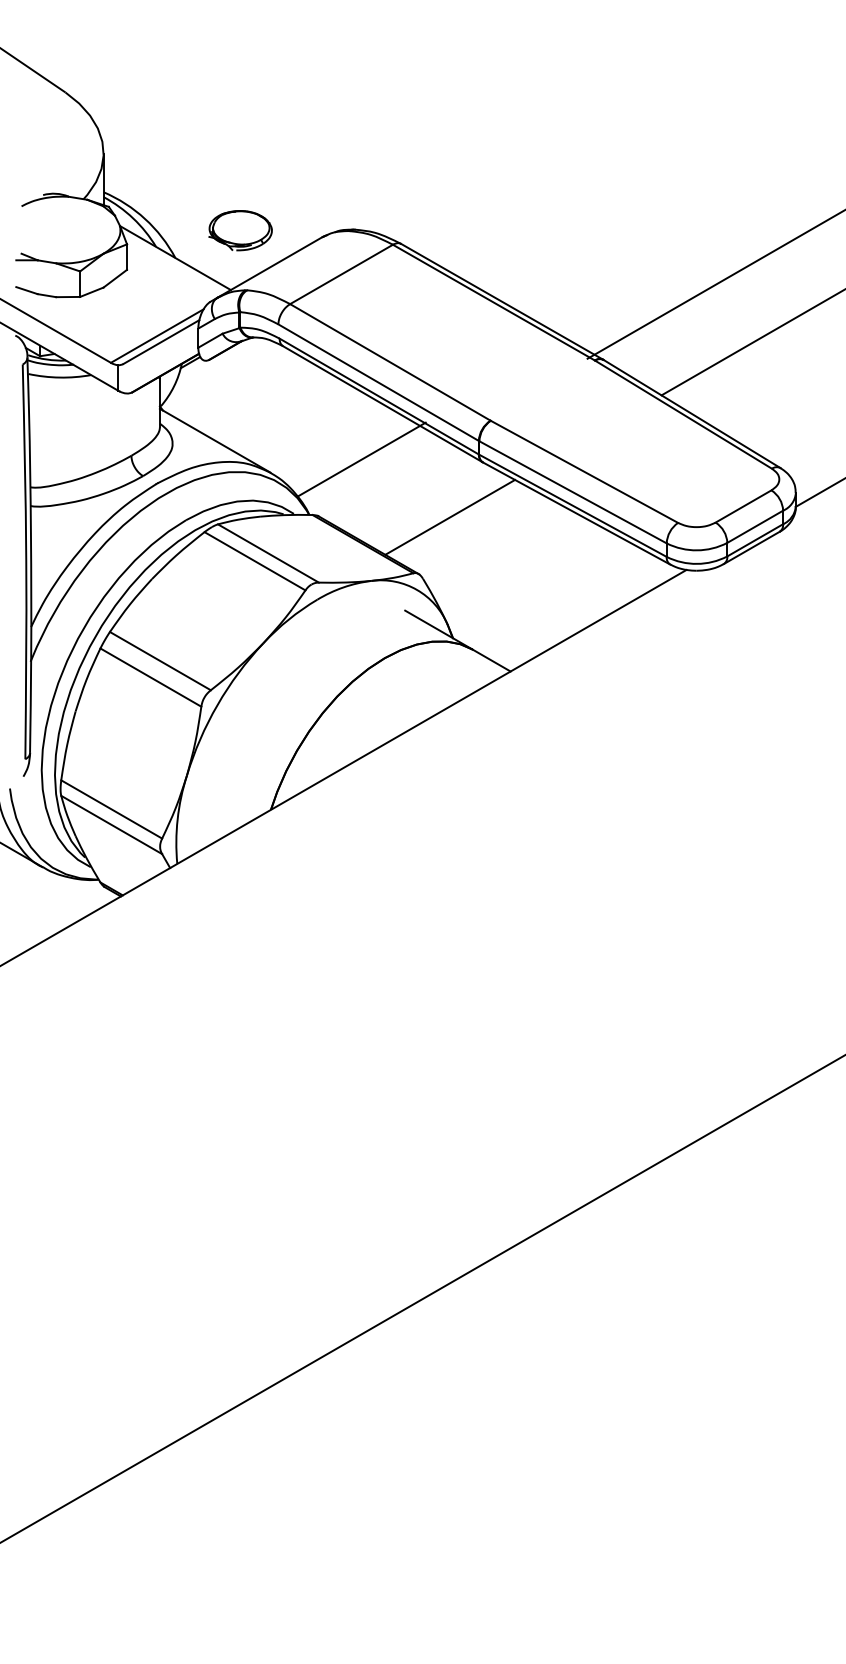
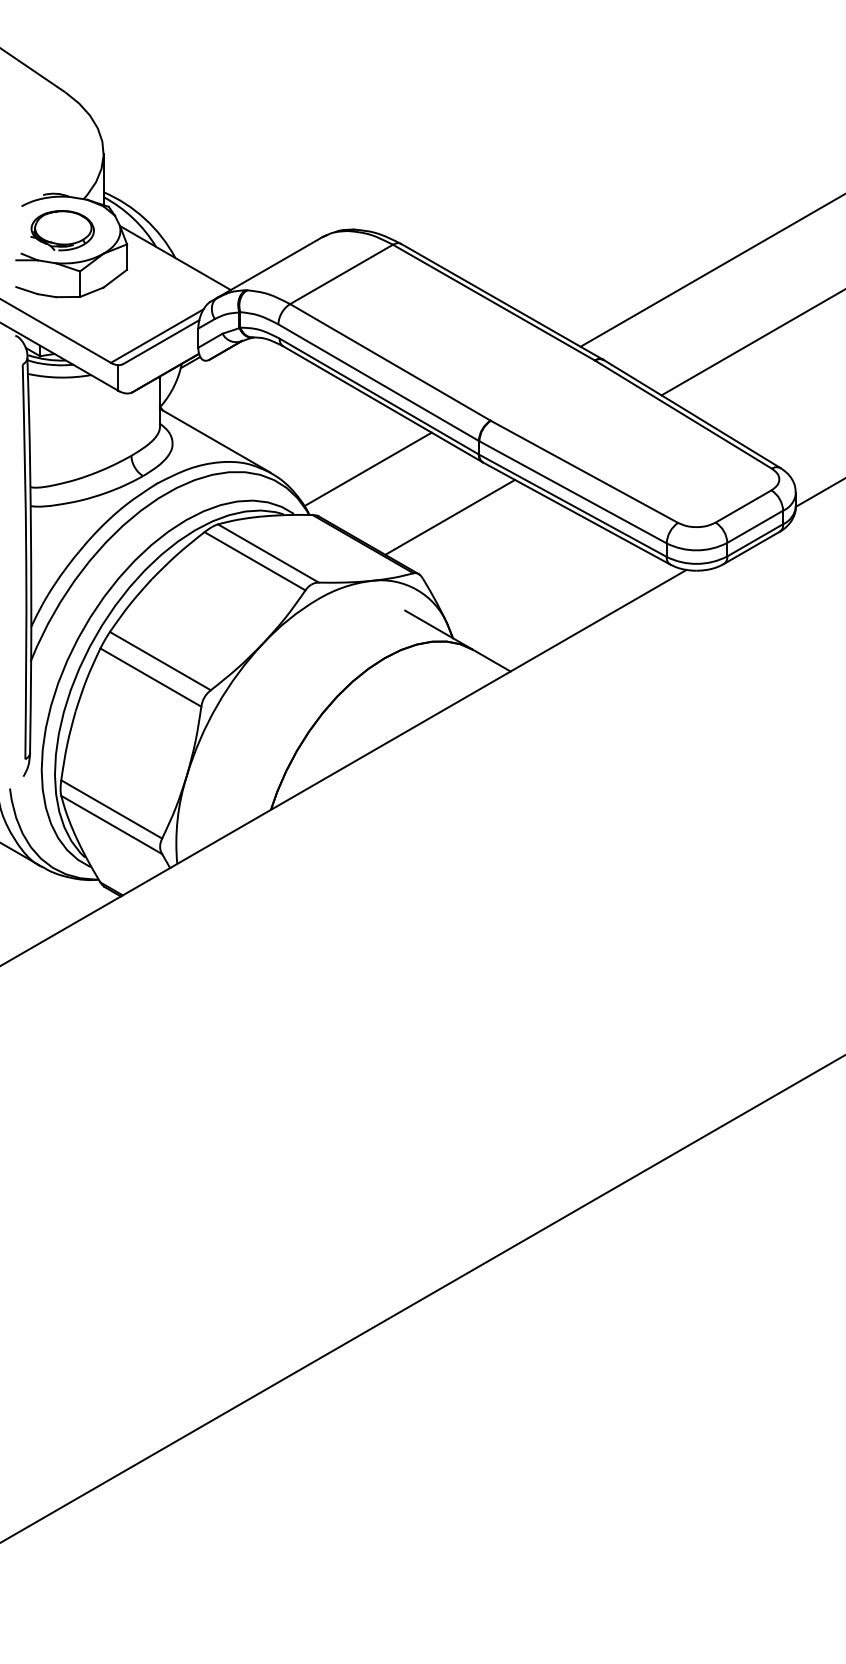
part at (240, 230) position: (240, 230) -> (62, 230)
line at (714, 284) position: (714, 284) -> (711, 270)
line at (361, 459) position: (361, 459) -> (367, 469)
